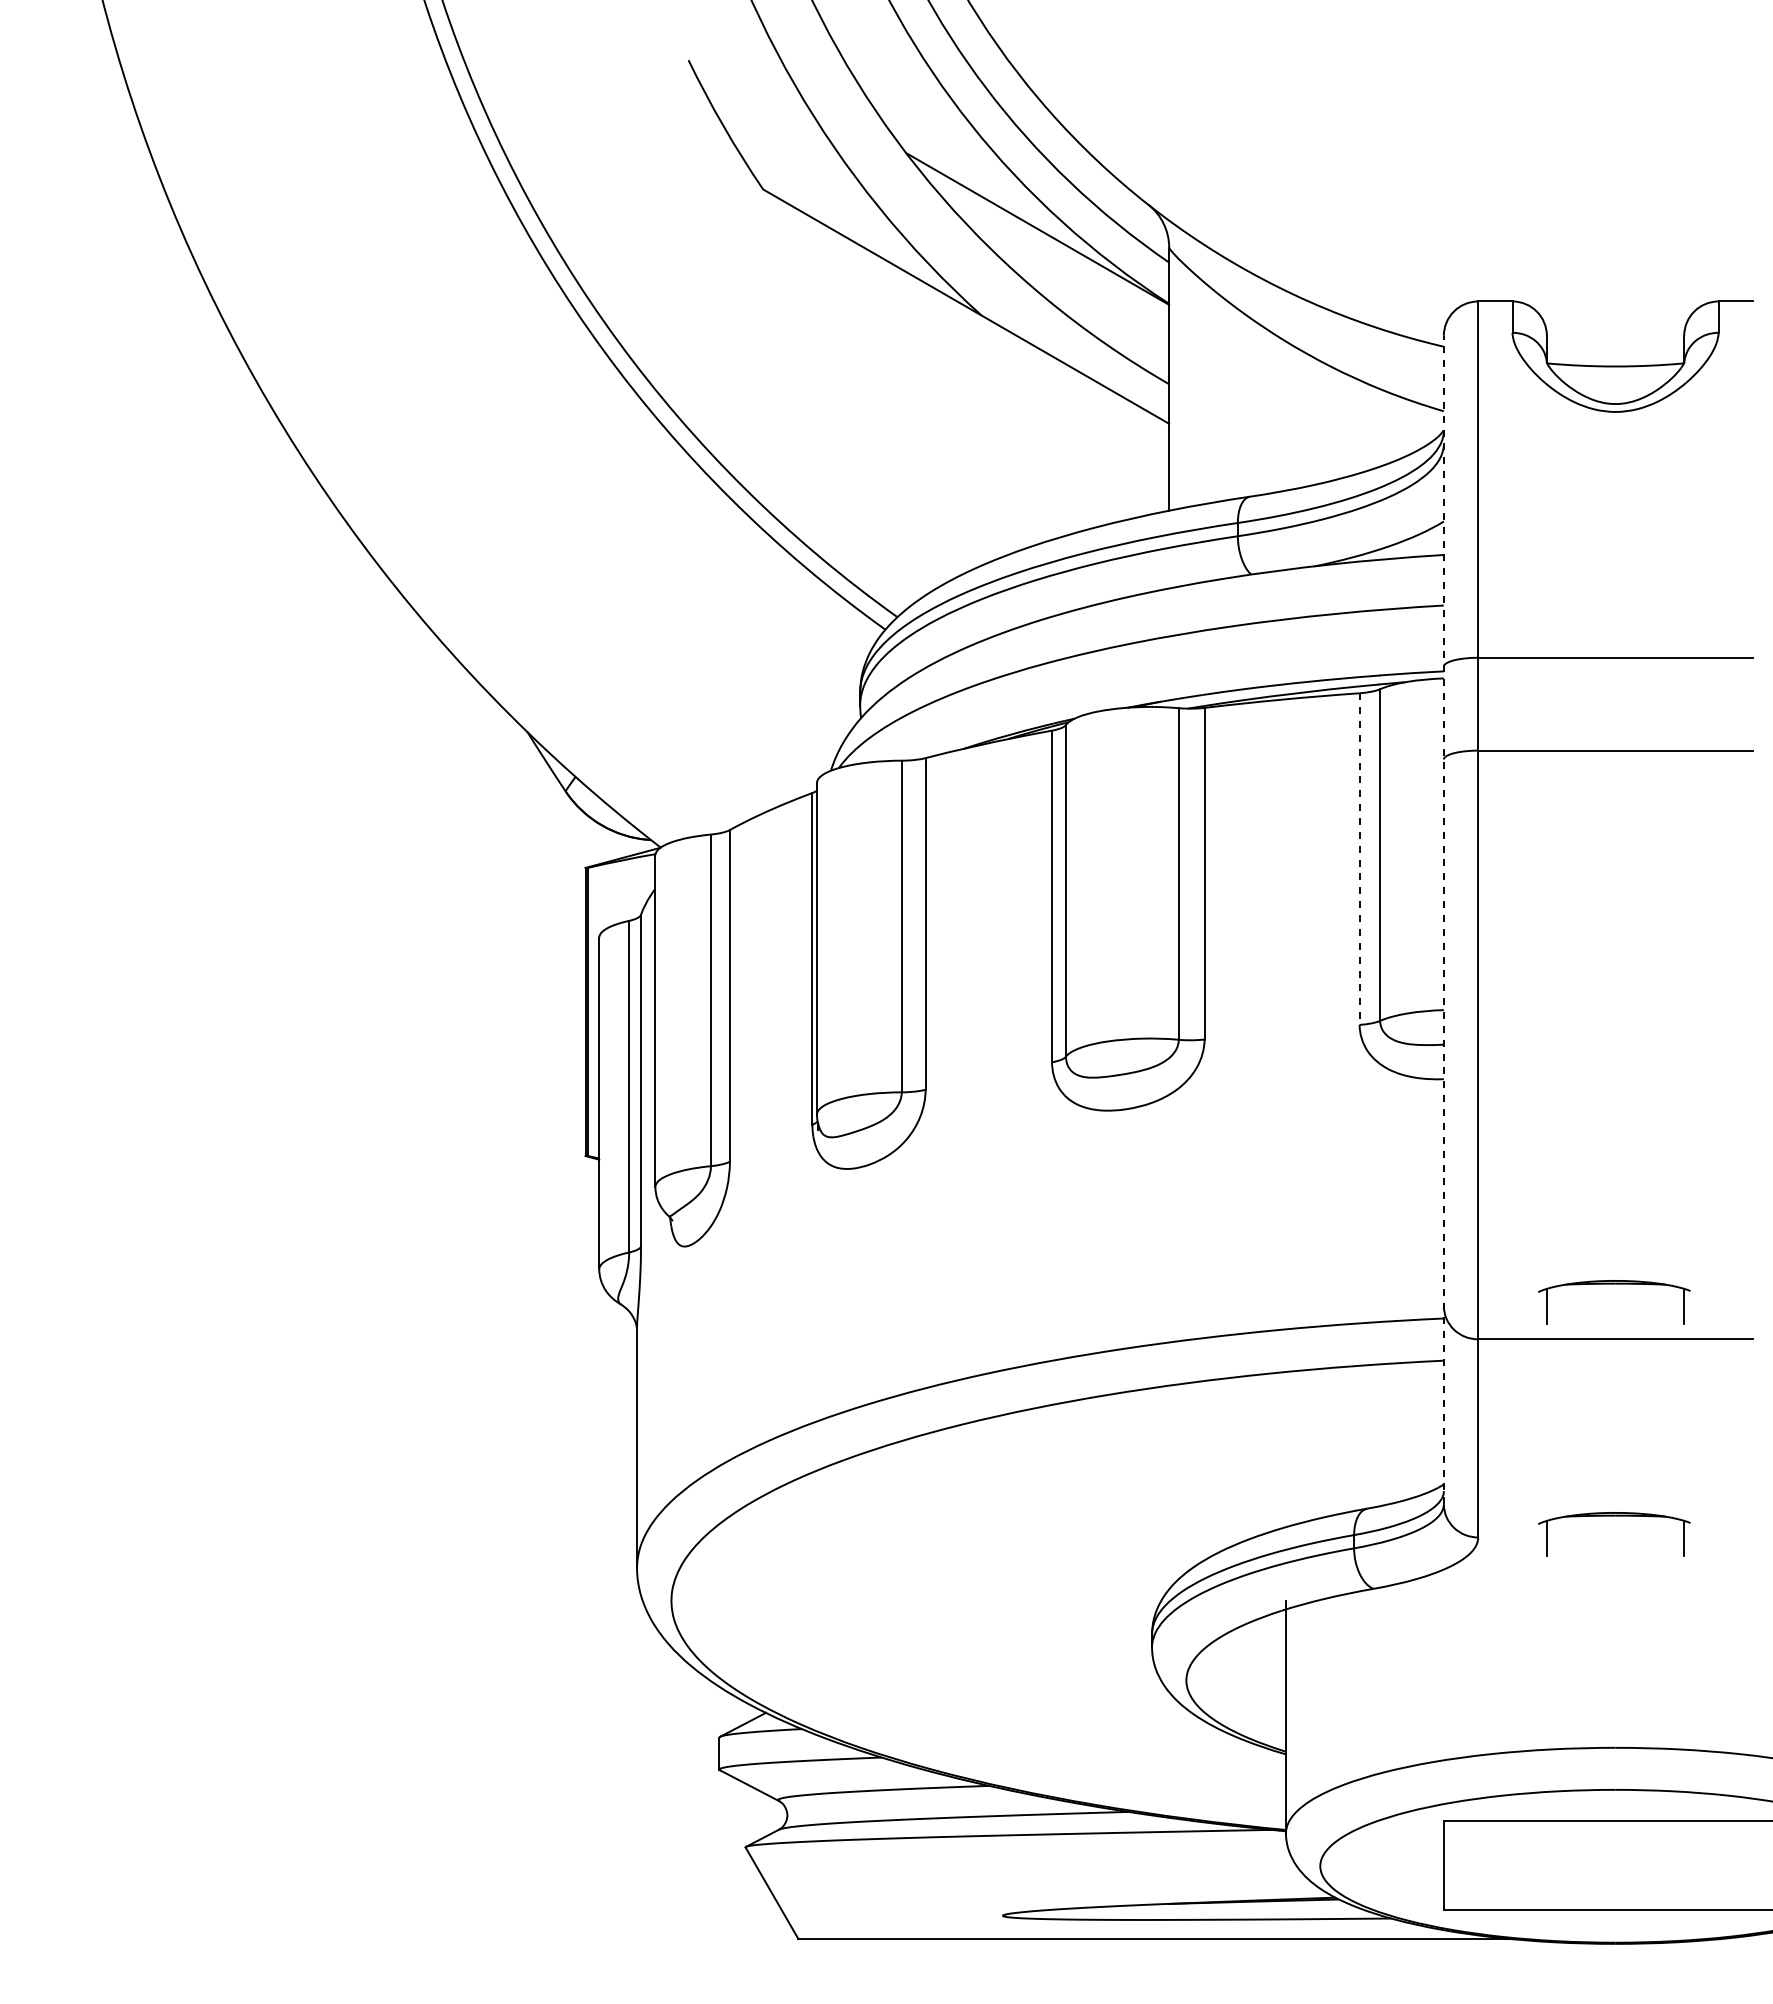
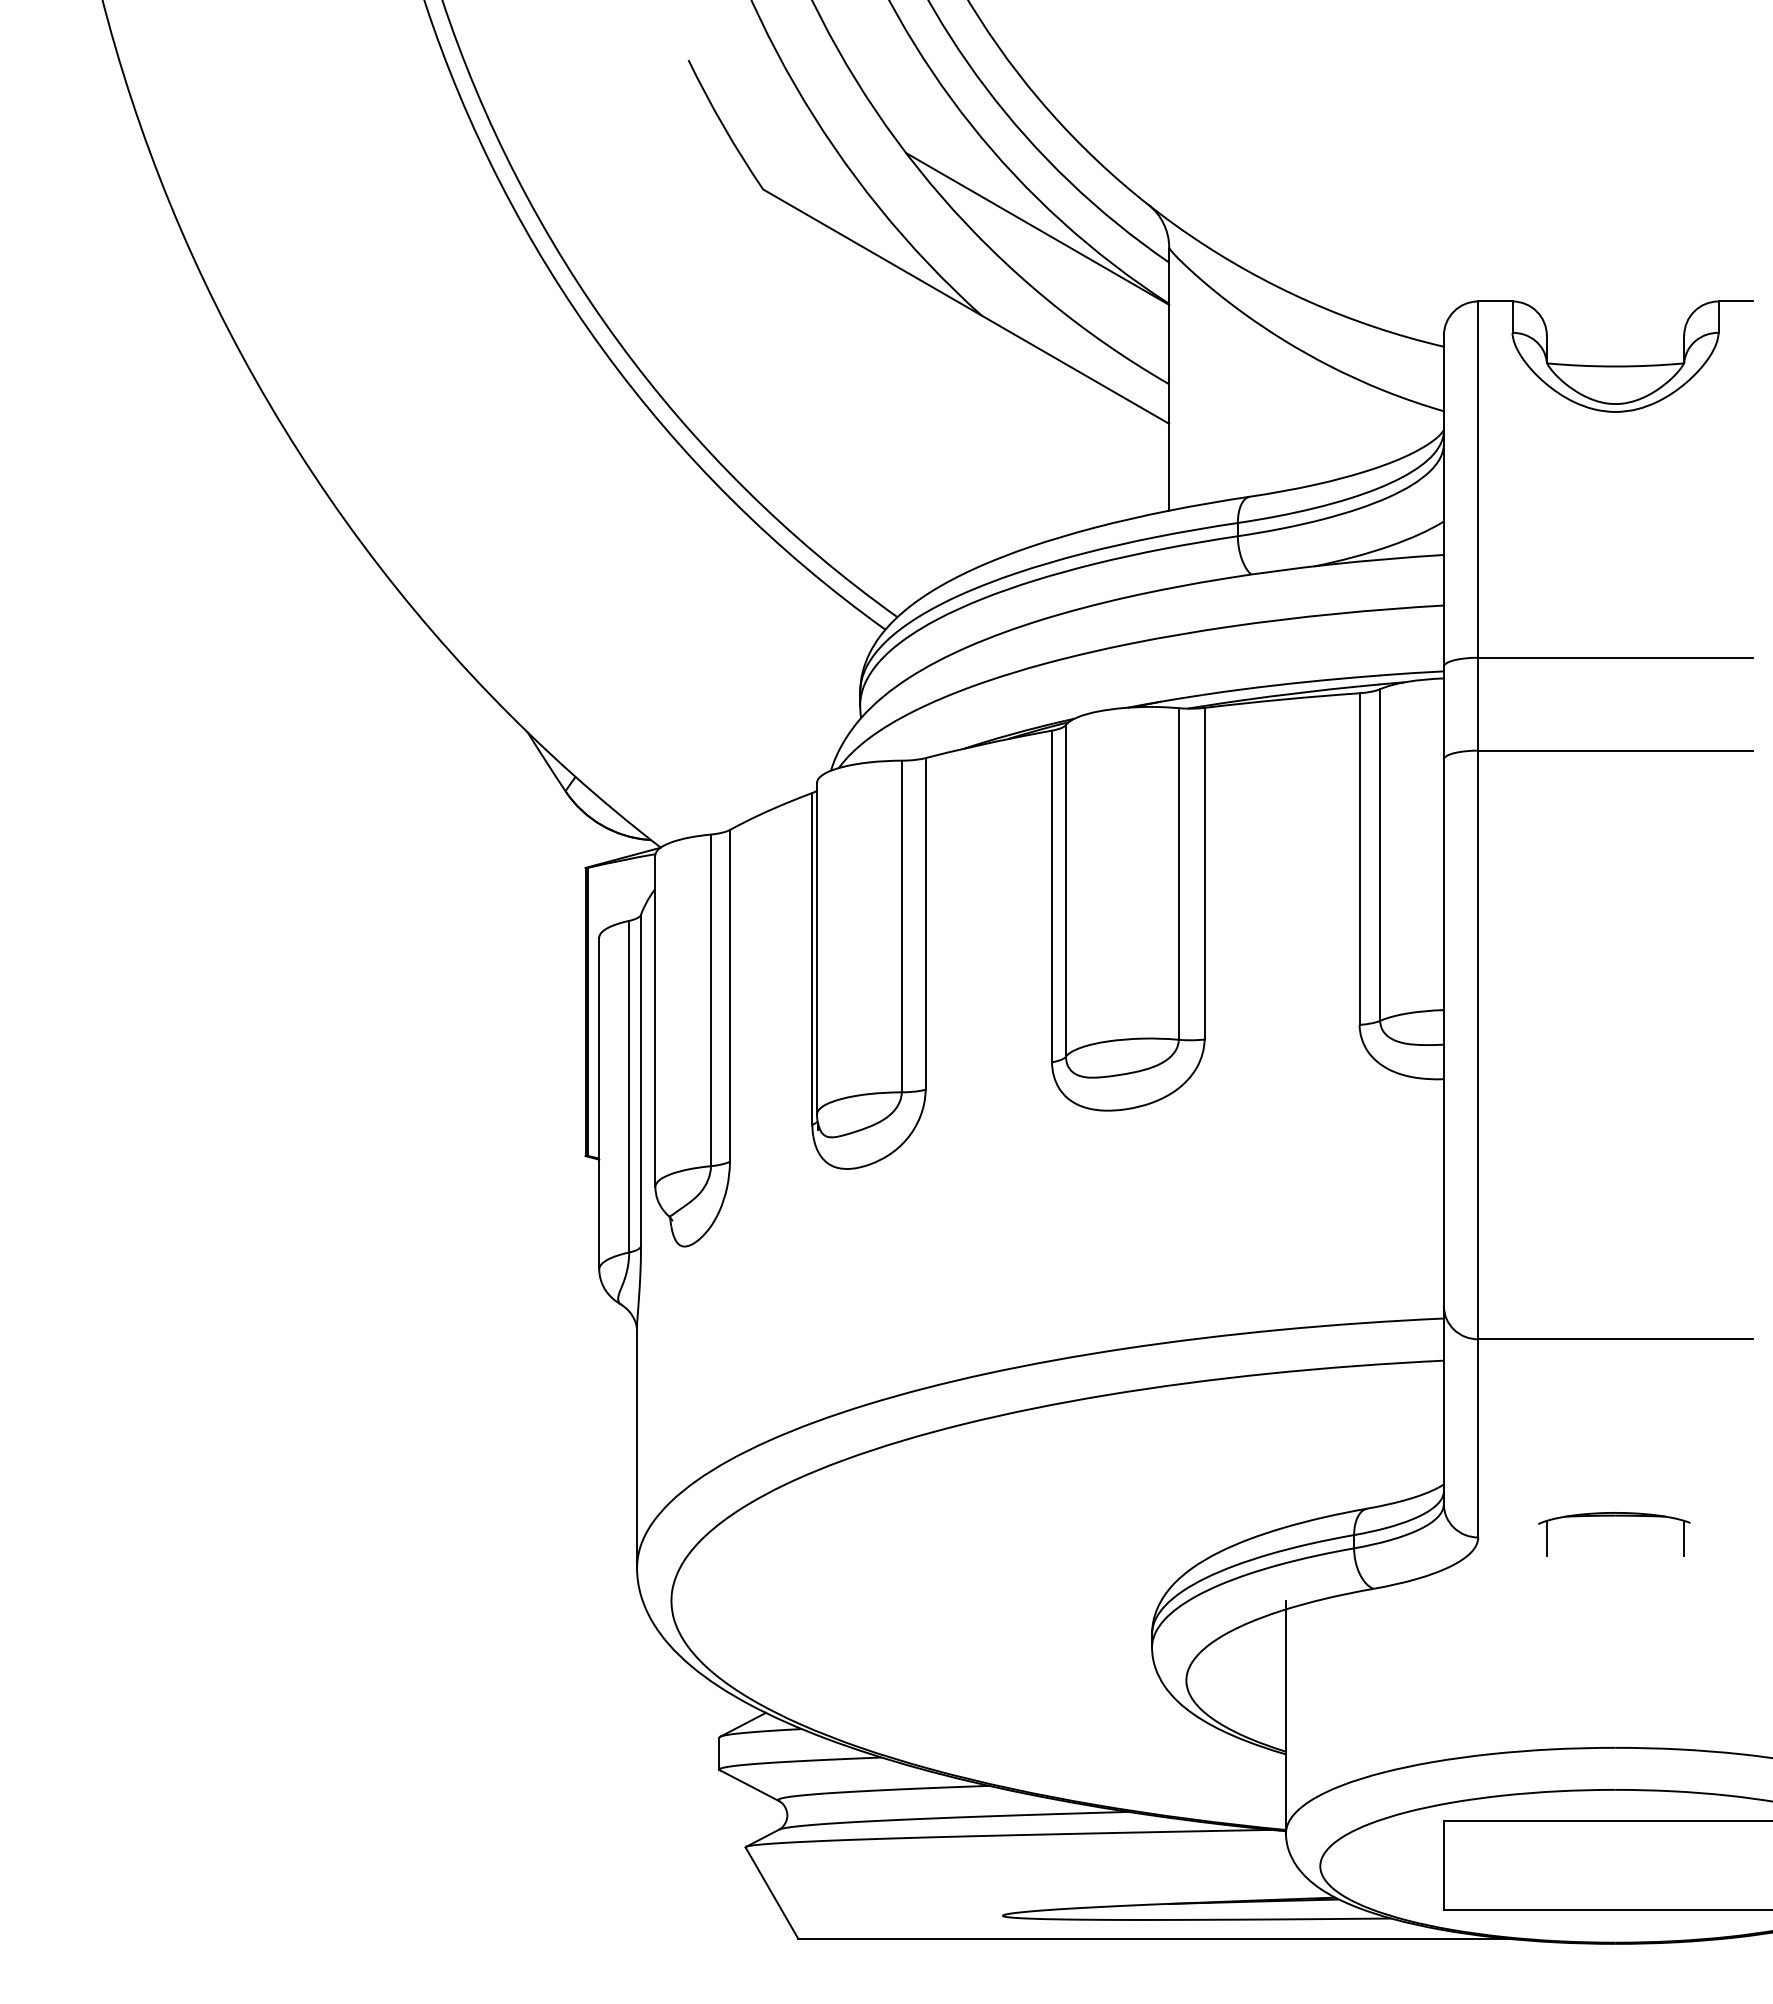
line at (1359, 859): dashed -> solid
line at (1443, 919): dashed -> solid
part at (1614, 1284): present -> none
